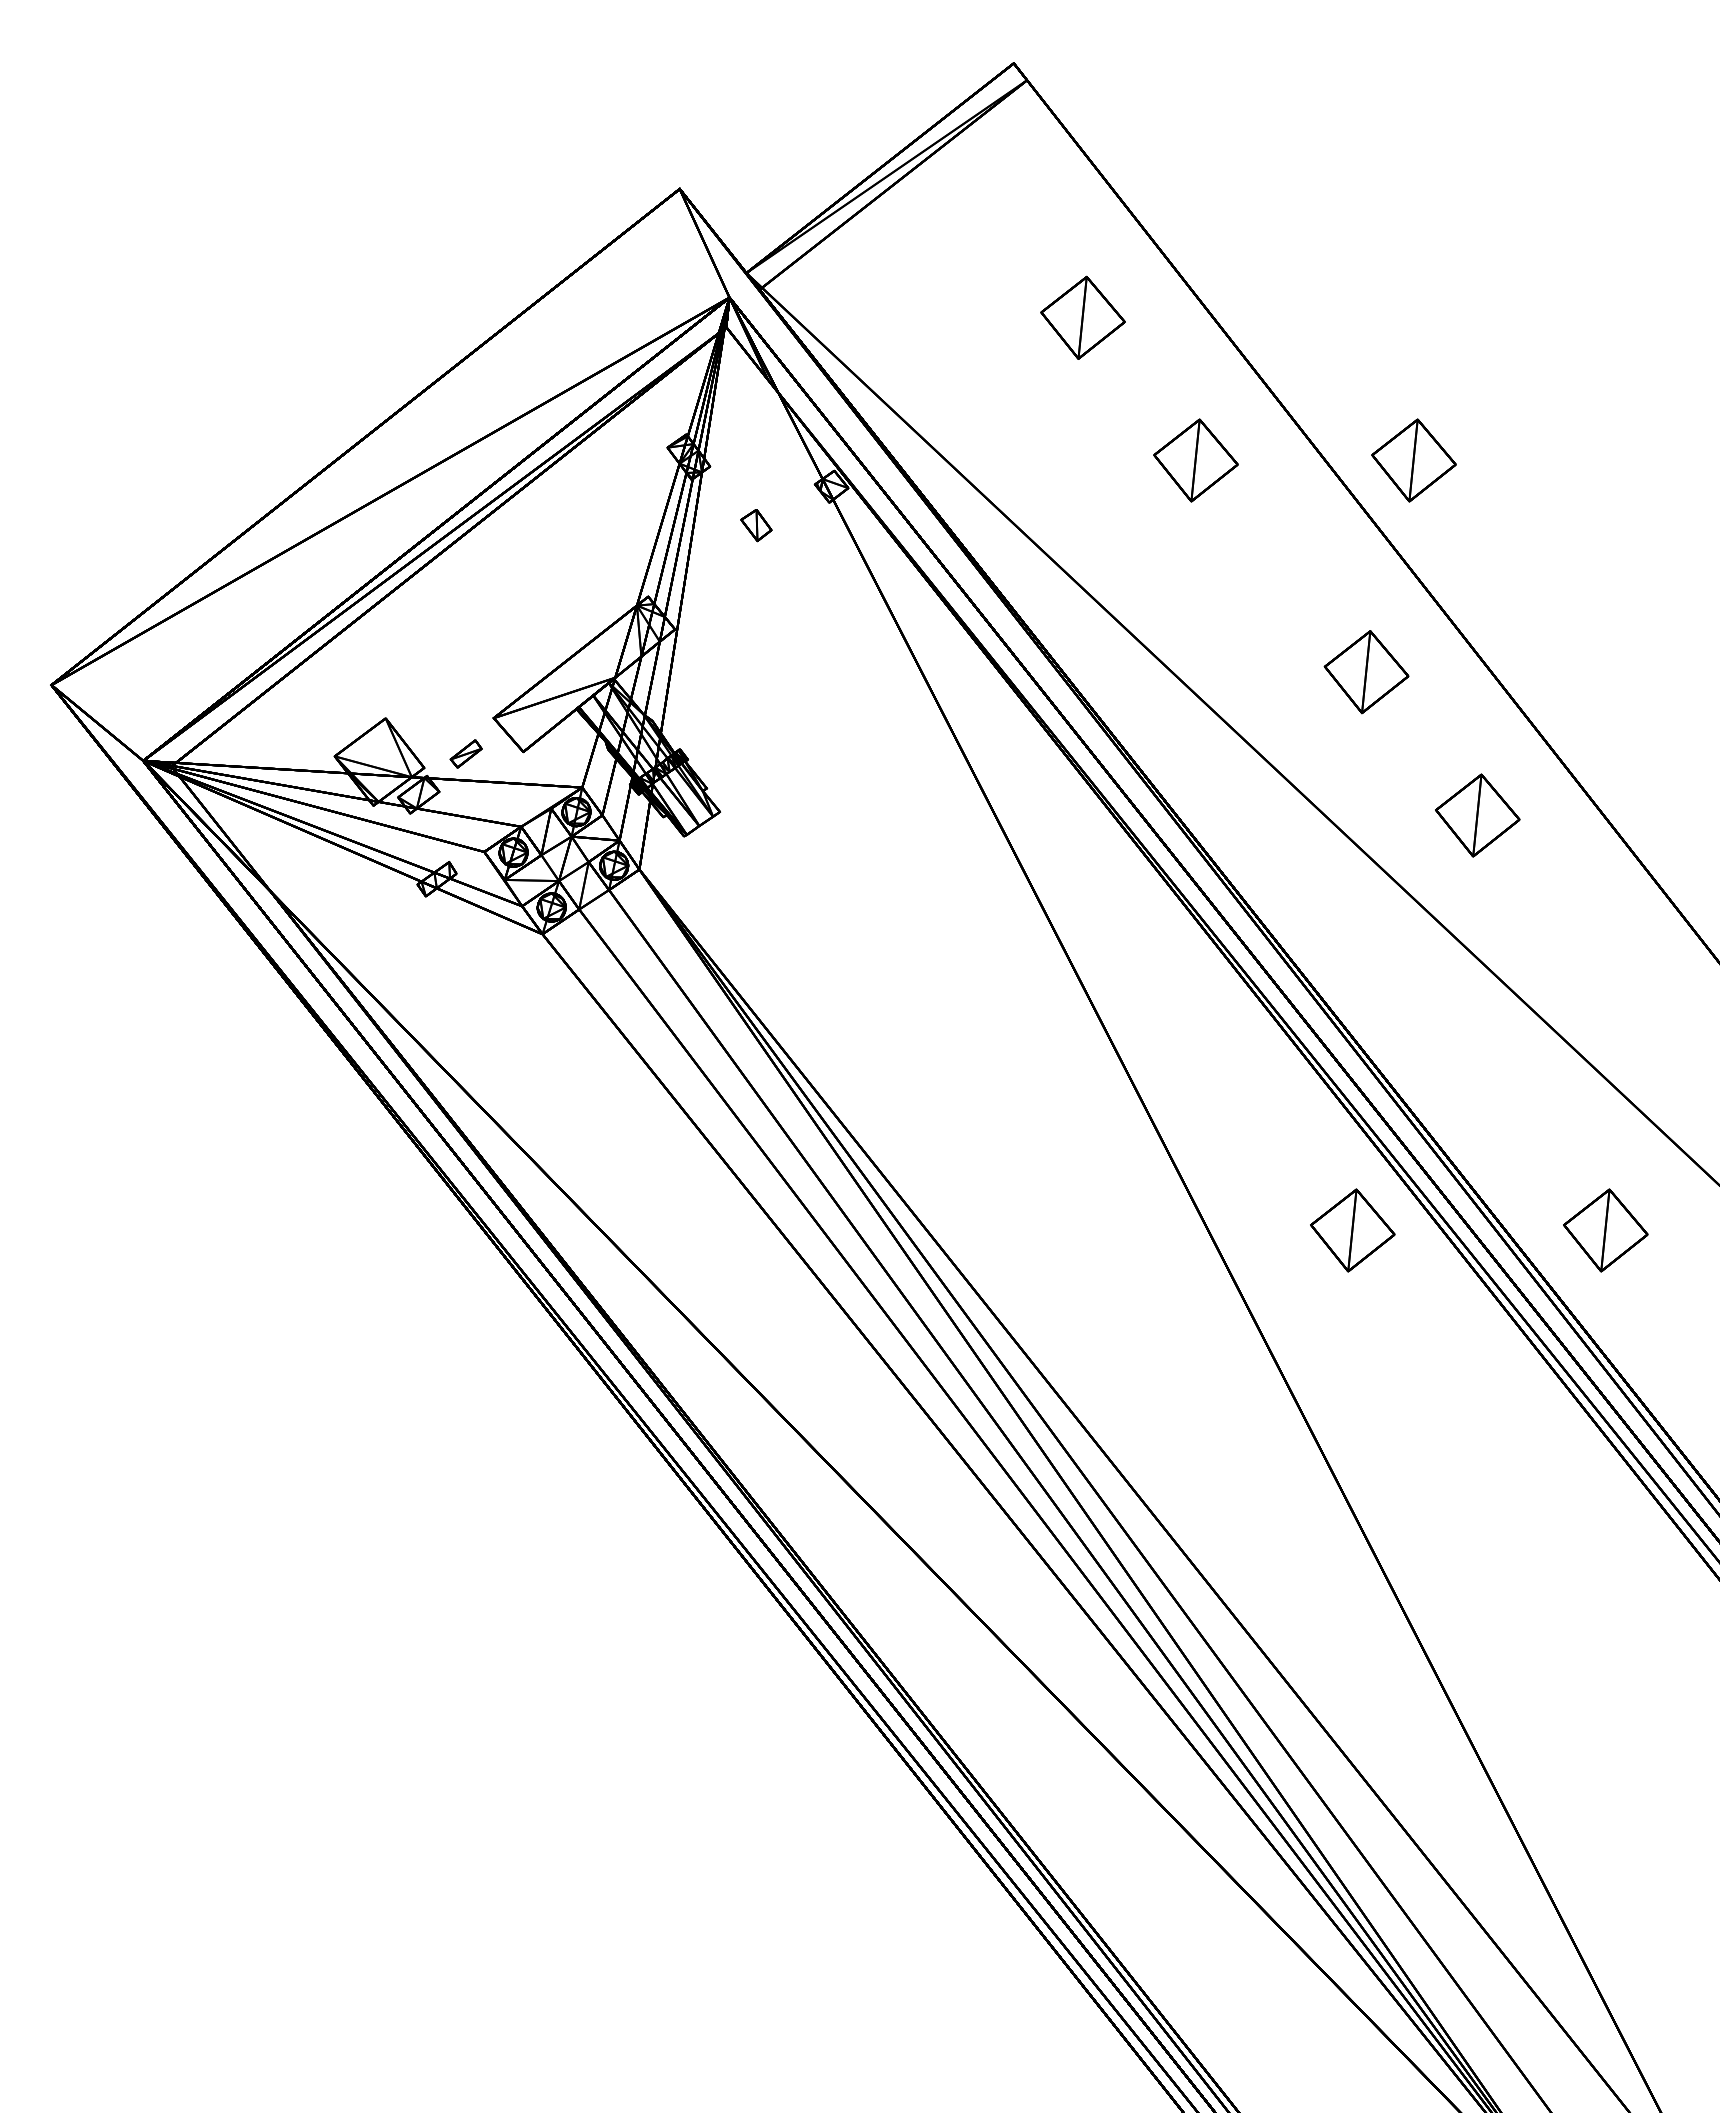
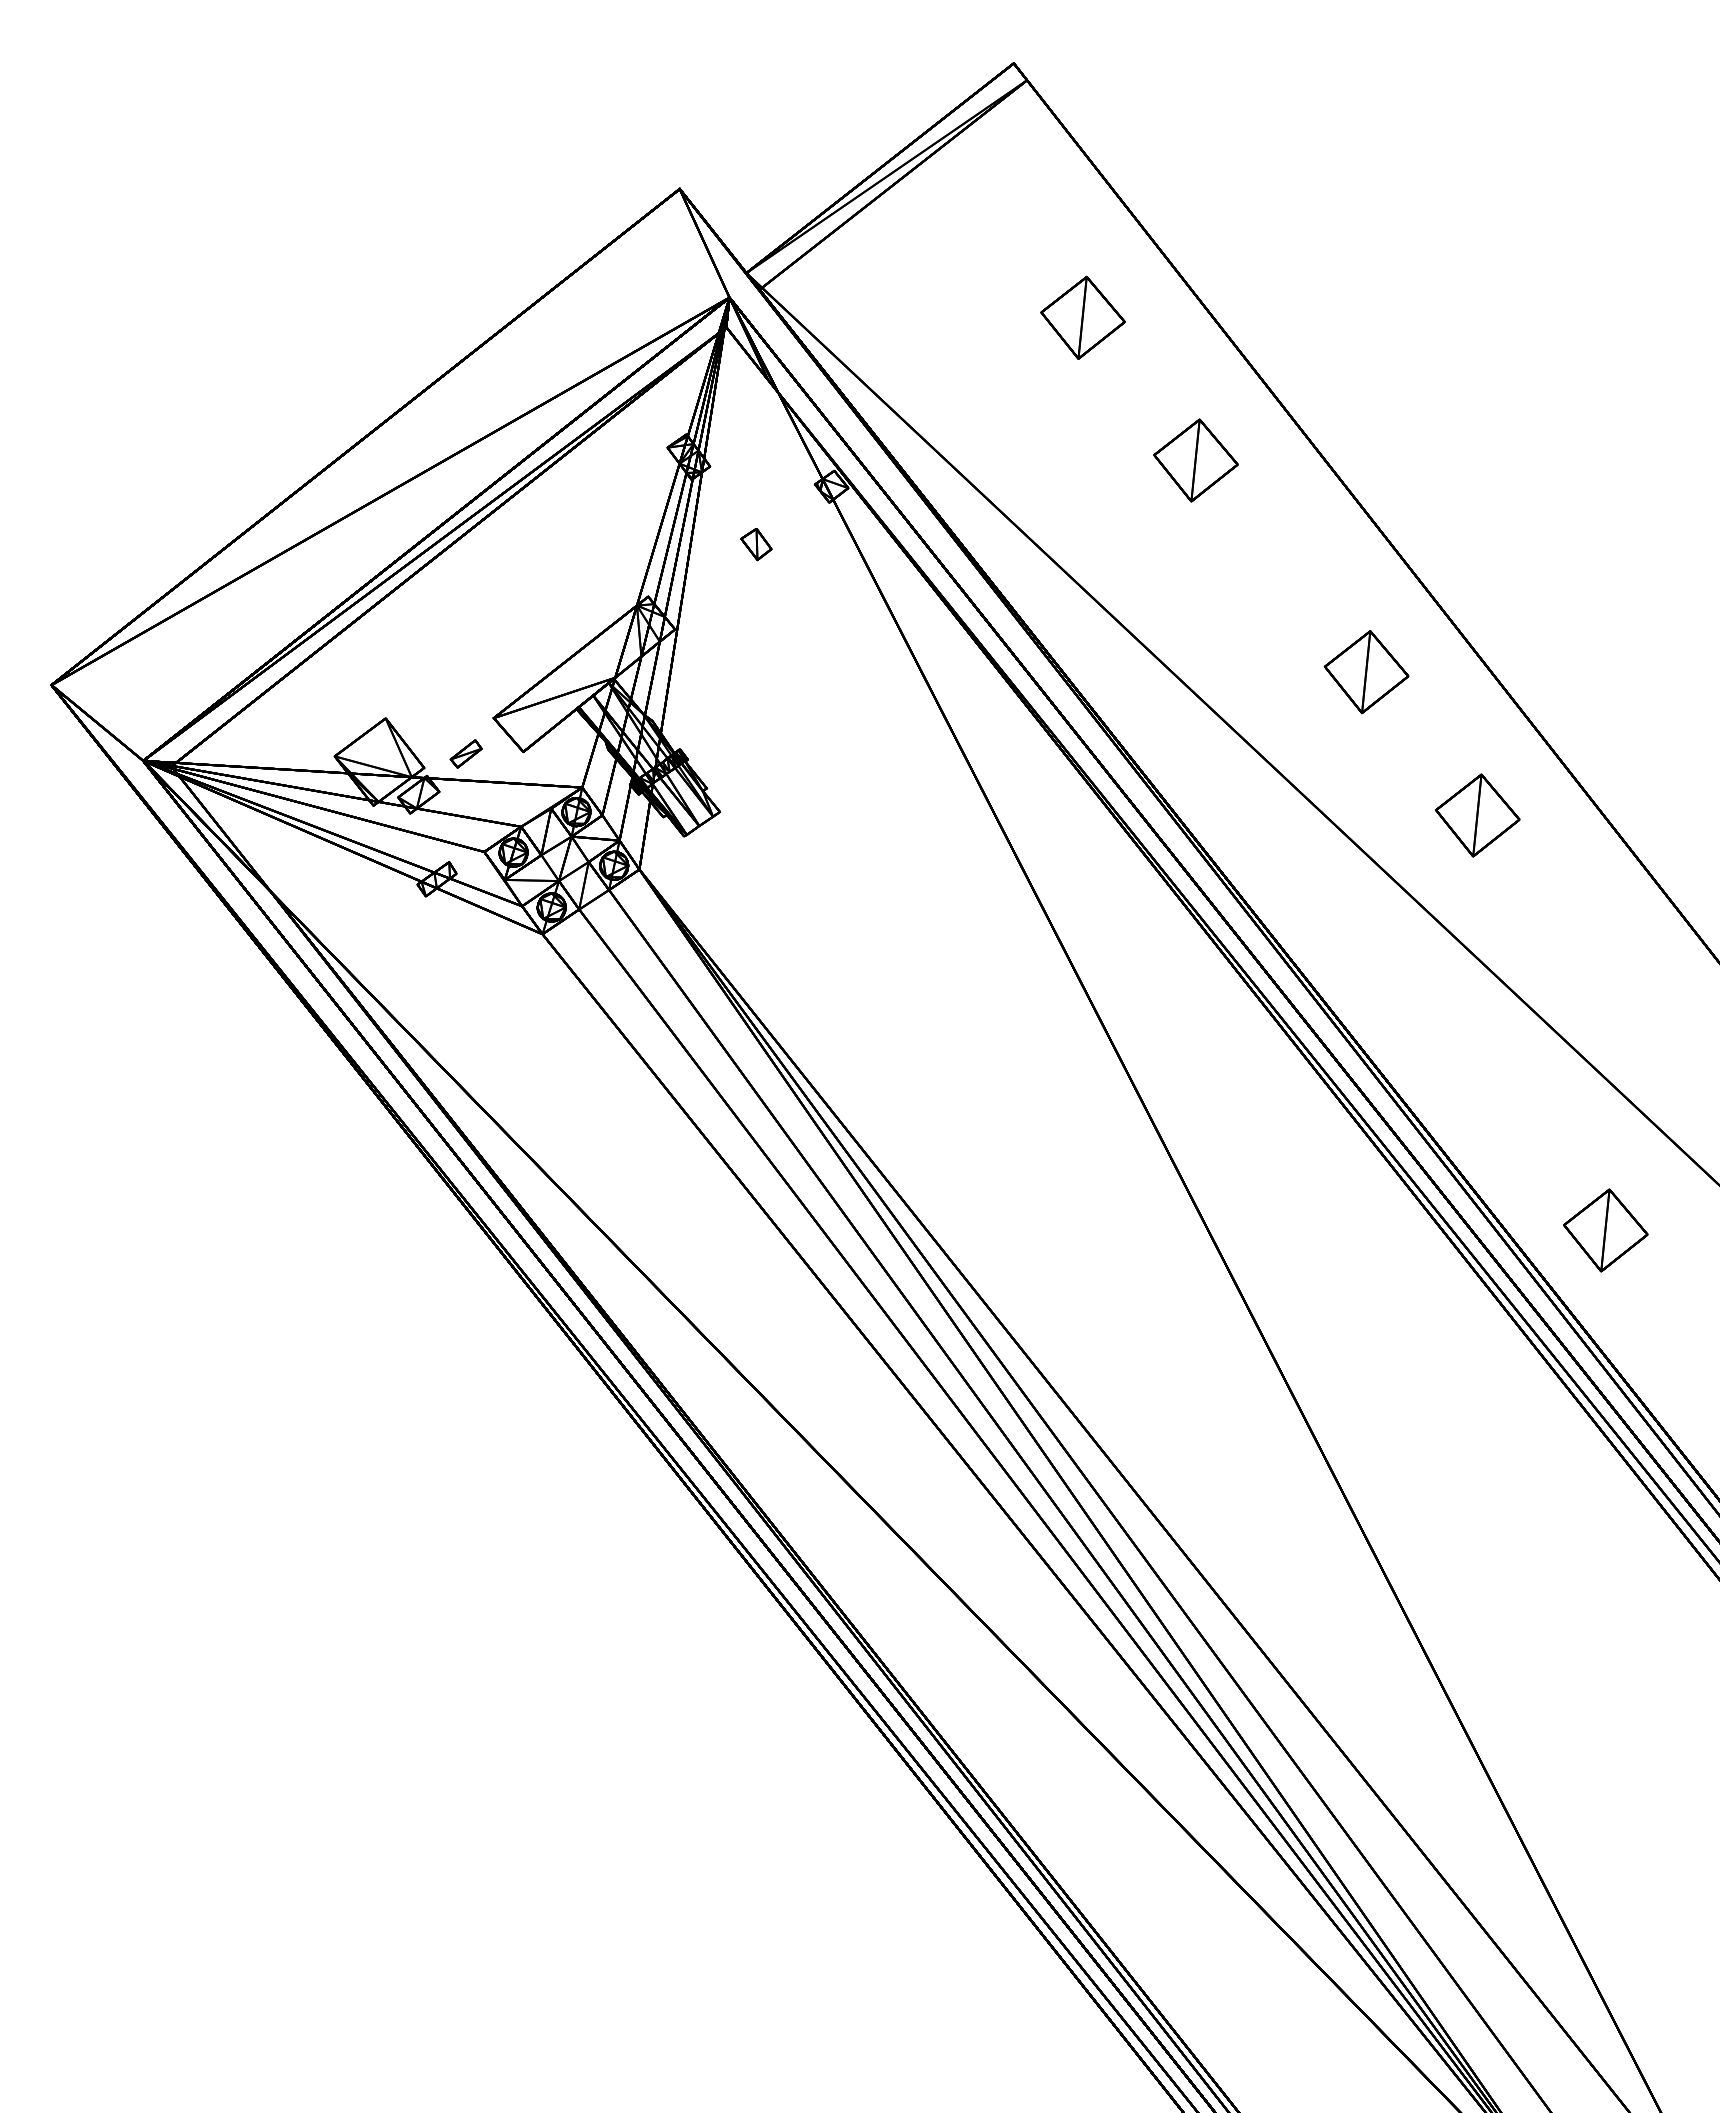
part at (1413, 460): present -> none
part at (756, 525) position: (756, 525) -> (756, 544)
part at (1352, 1230): present -> none
